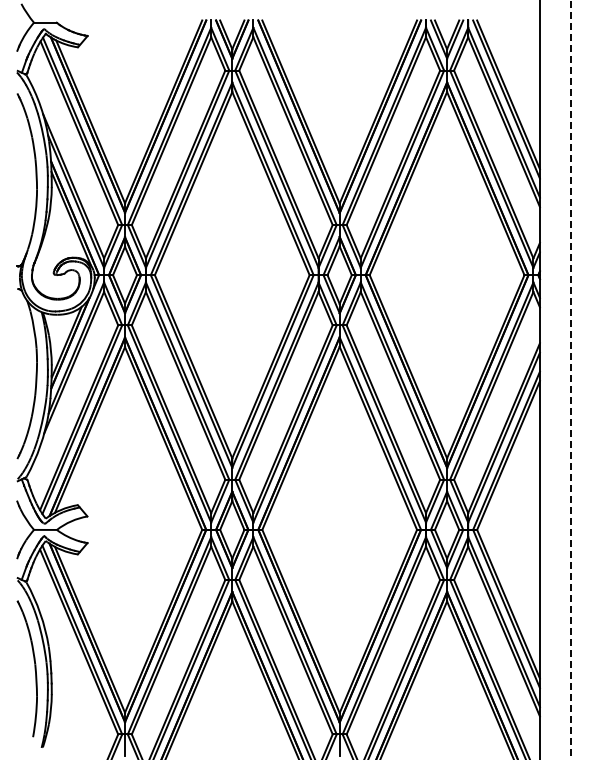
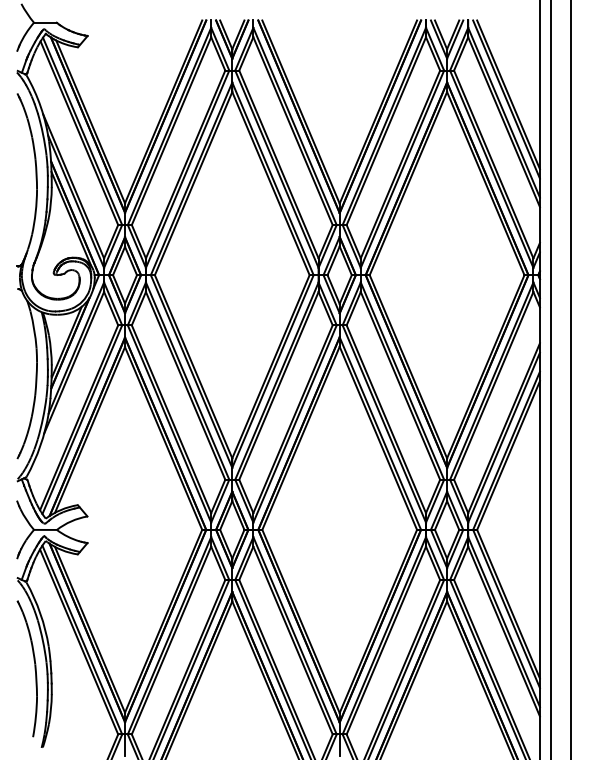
line at (550, 379): none -> present
line at (571, 380): dashed -> solid
